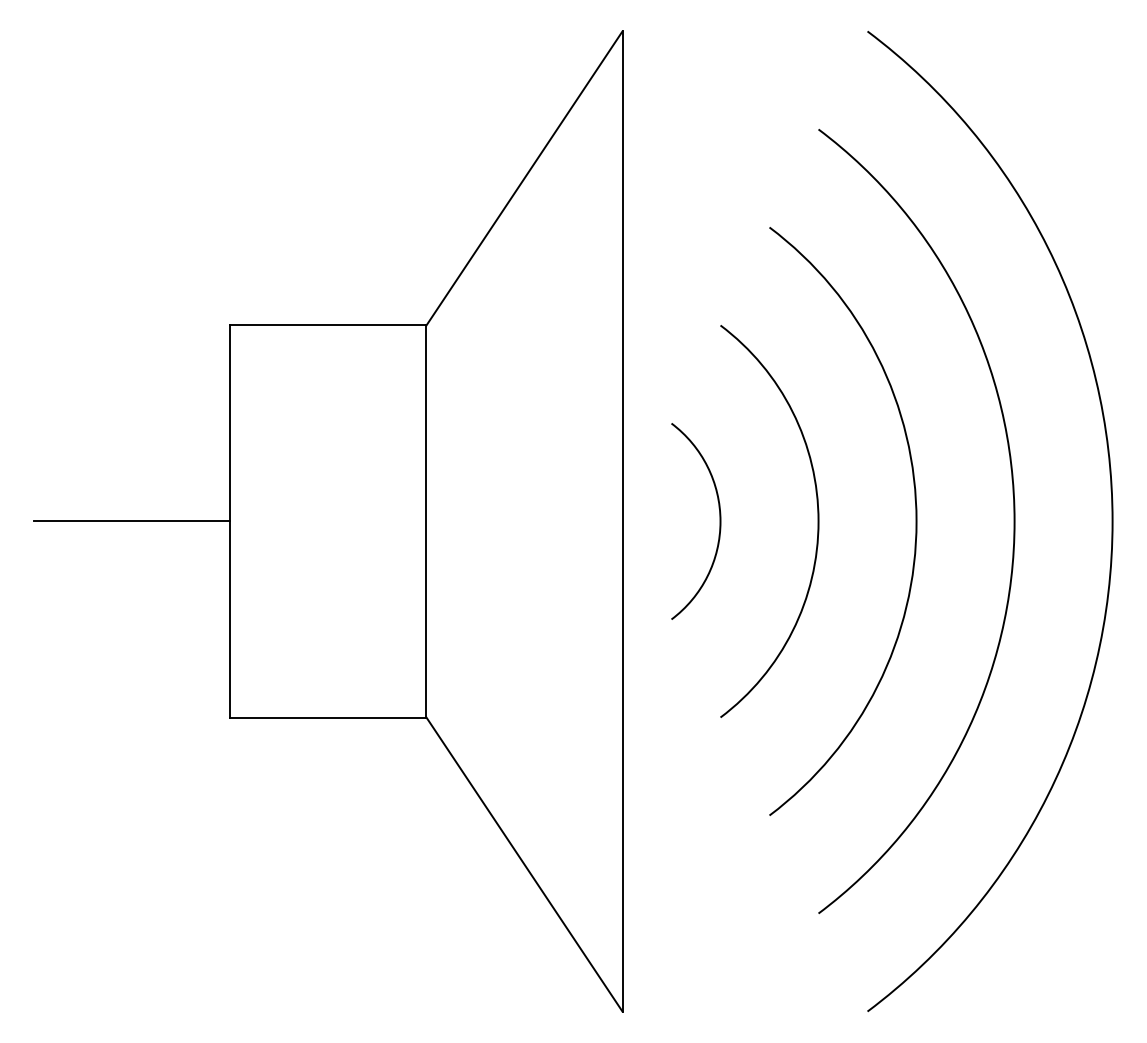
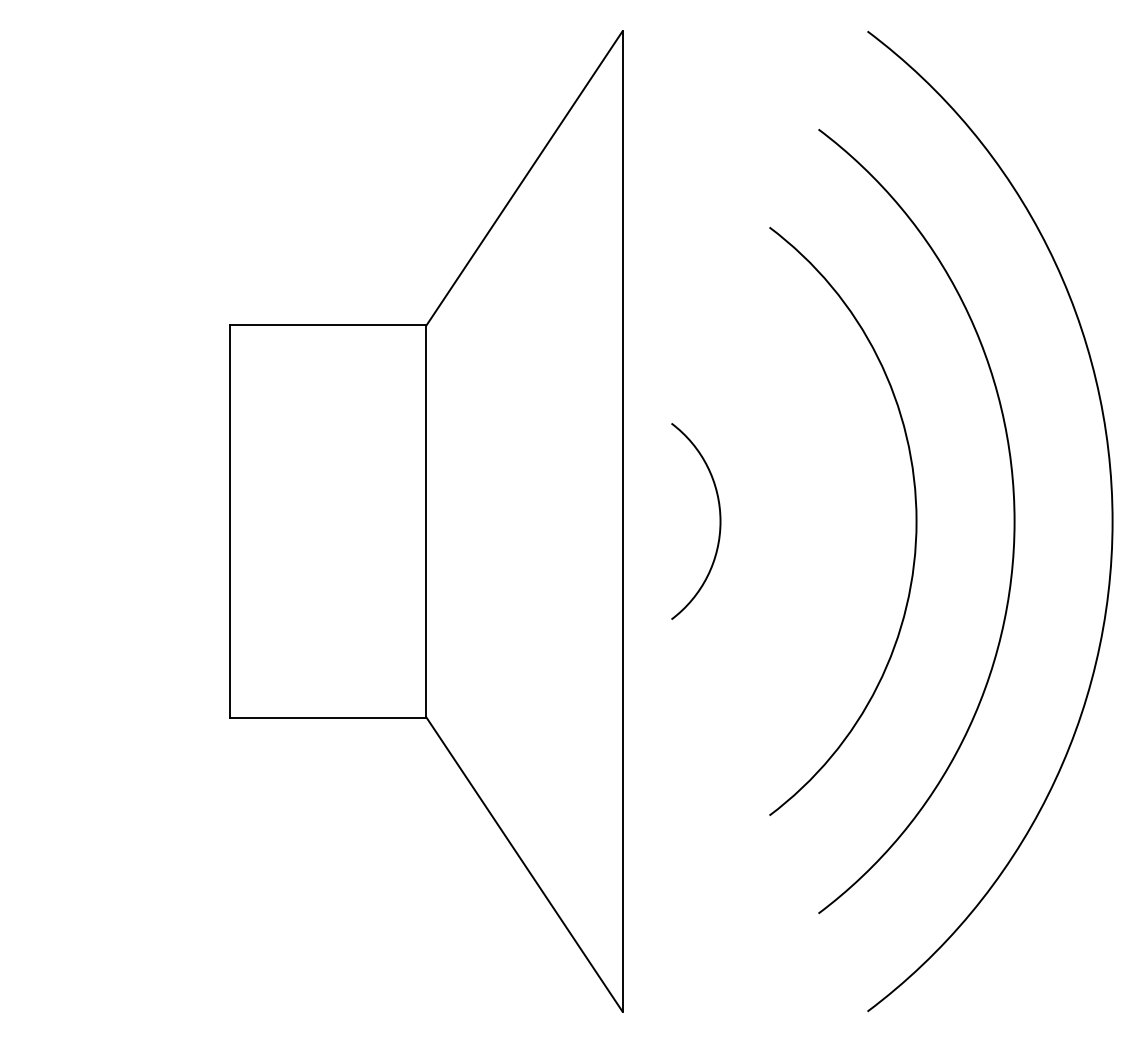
line at (132, 521): present -> none
arc at (817, 521): present -> none
